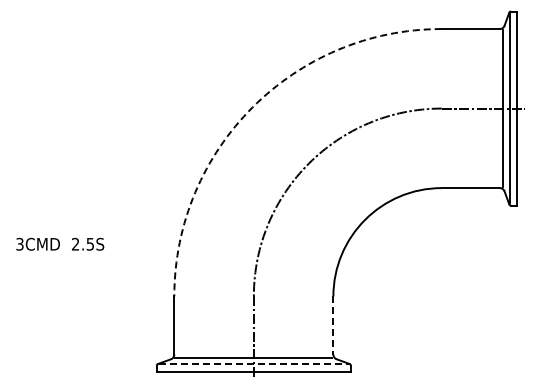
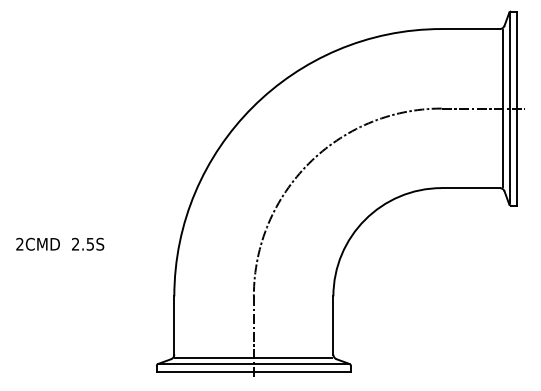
arc at (252, 107): dashed -> solid
text at (19, 244): 3CMD -> 2CMD
line at (333, 325): dashed -> solid
line at (253, 364): dashed -> solid
